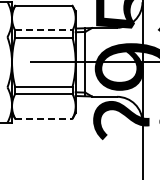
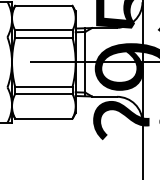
line at (43, 30): dashed -> solid
line at (43, 118): dashed -> solid
